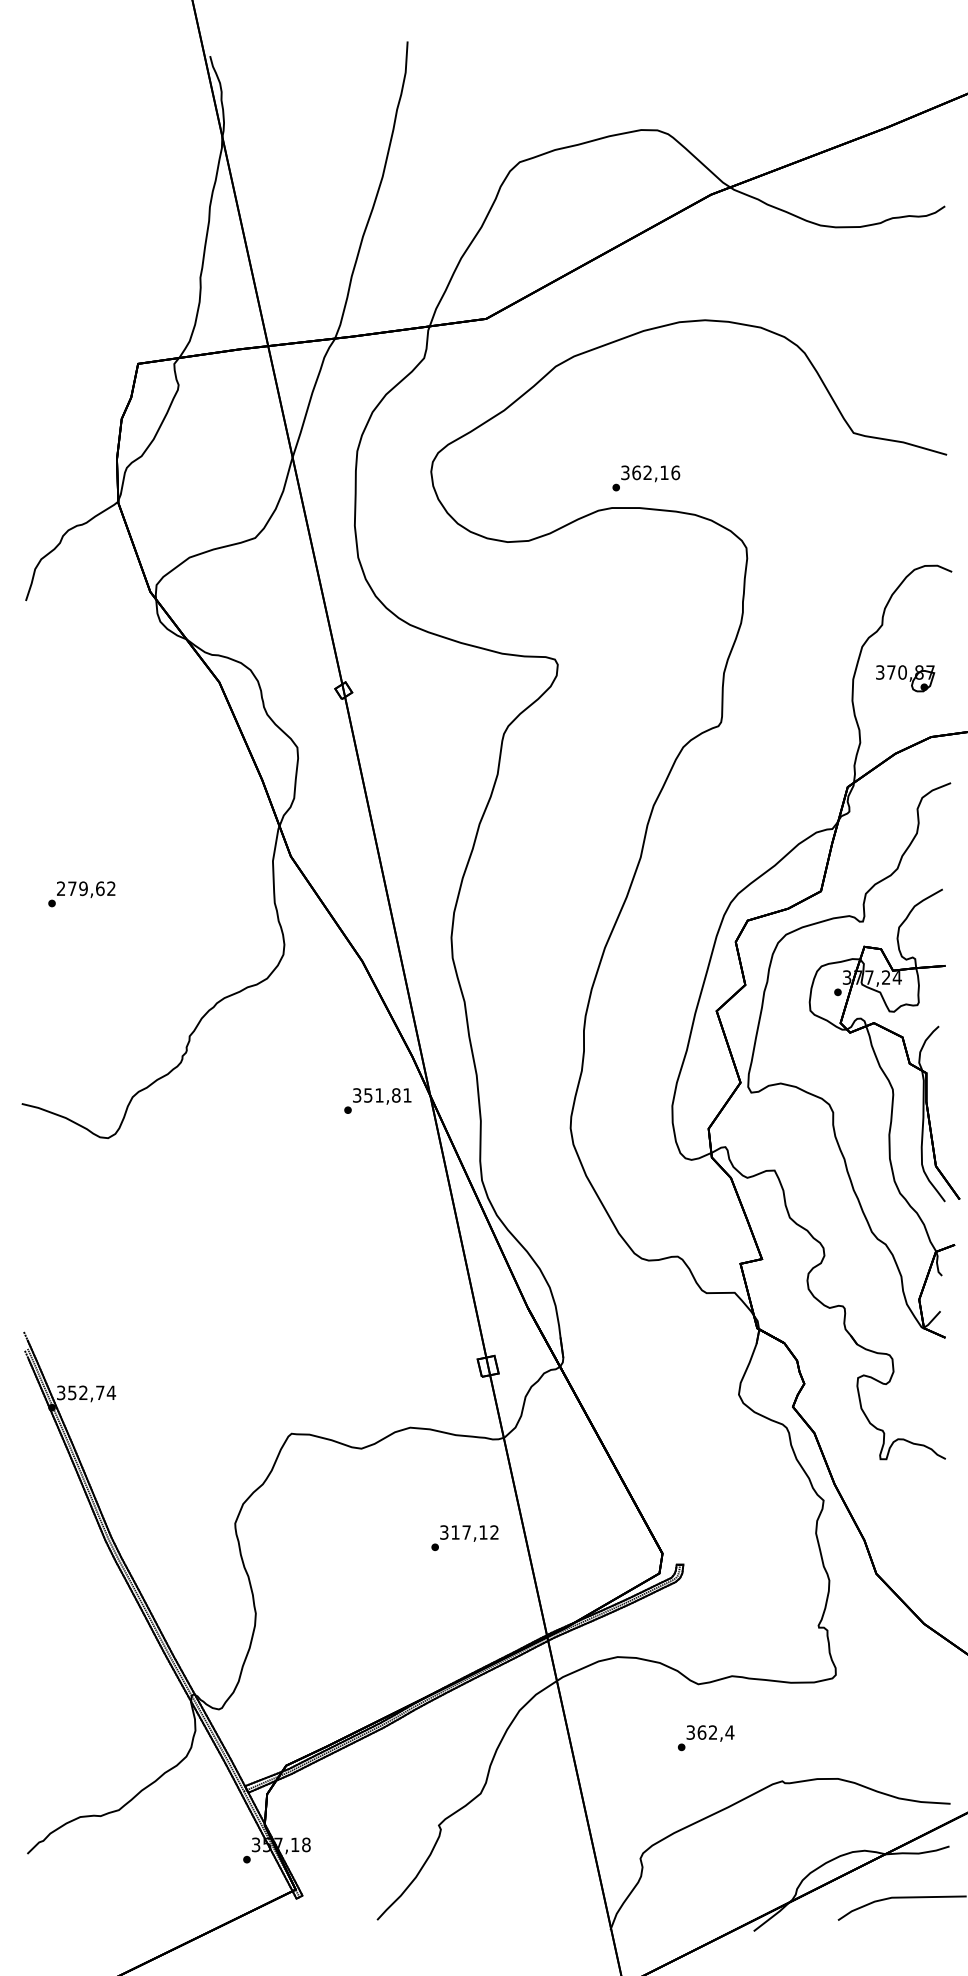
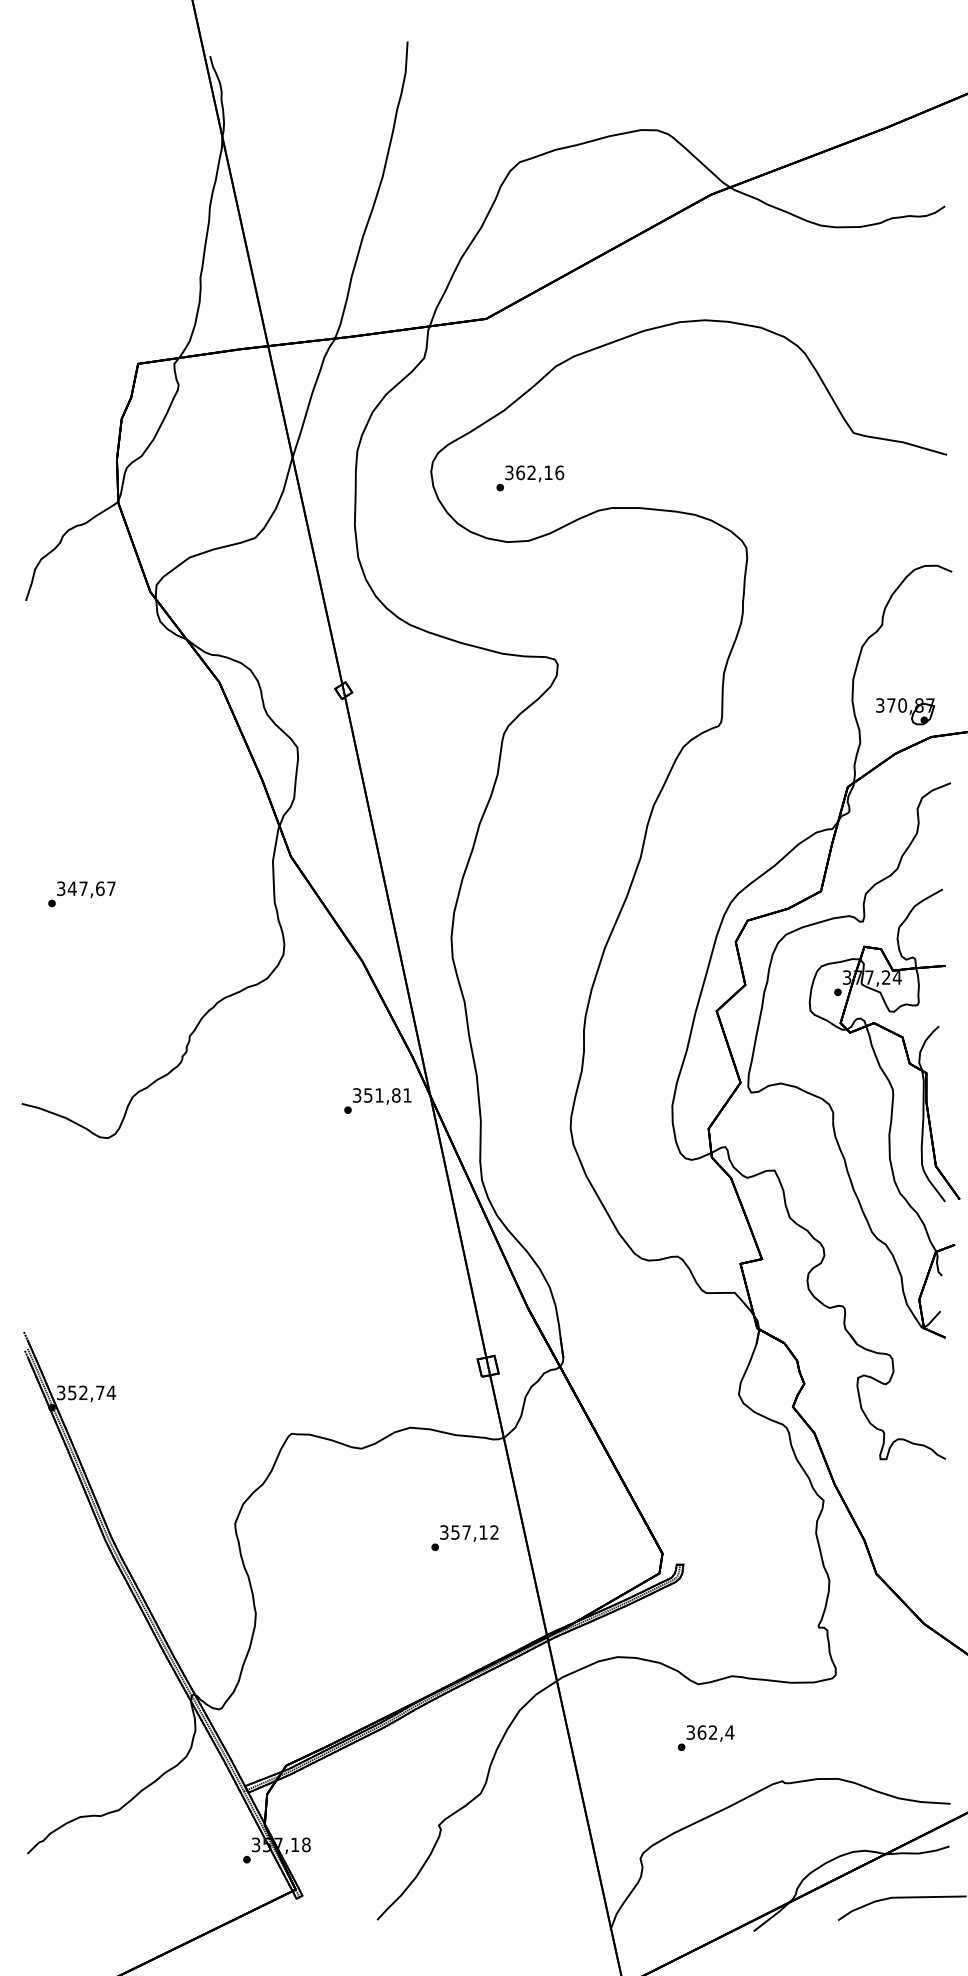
text at (646, 478) position: (646, 478) -> (530, 478)
part at (905, 678) position: (905, 678) -> (905, 711)
text at (86, 888): 279,62 -> 347,67
text at (455, 1532): 317,12 -> 357,12
